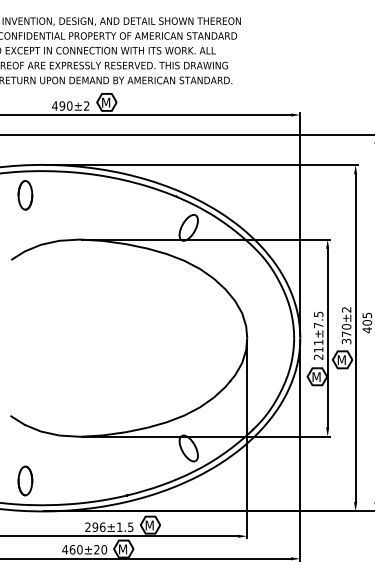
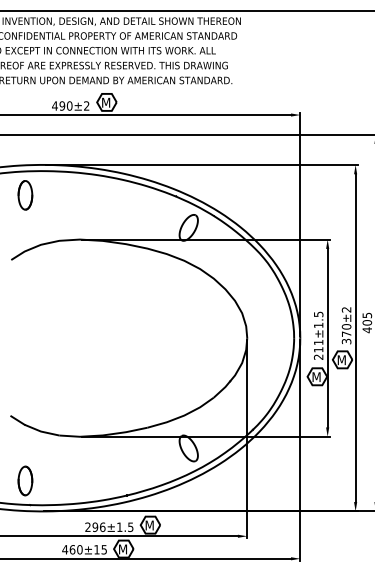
line at (186, 10): none -> present
text at (318, 325): 211±7.5 -> 211±1.5
text at (100, 549): 460±20 -> 460±15
